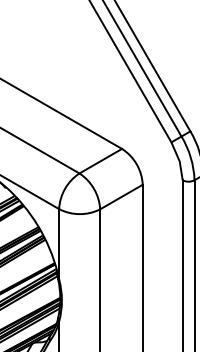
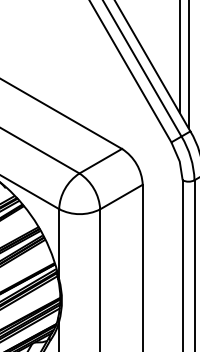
line at (179, 57): none -> present
line at (188, 65): none -> present
